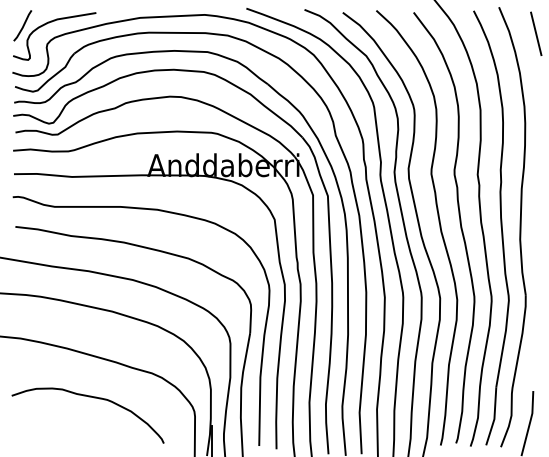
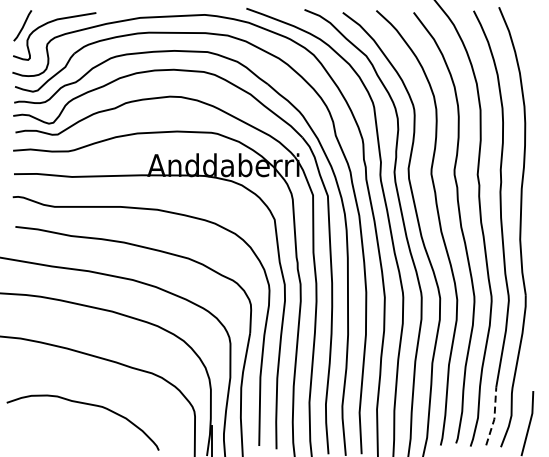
line at (536, 33): present -> none
curve at (88, 397) position: (88, 397) -> (83, 404)
line at (494, 417): solid -> dashed
